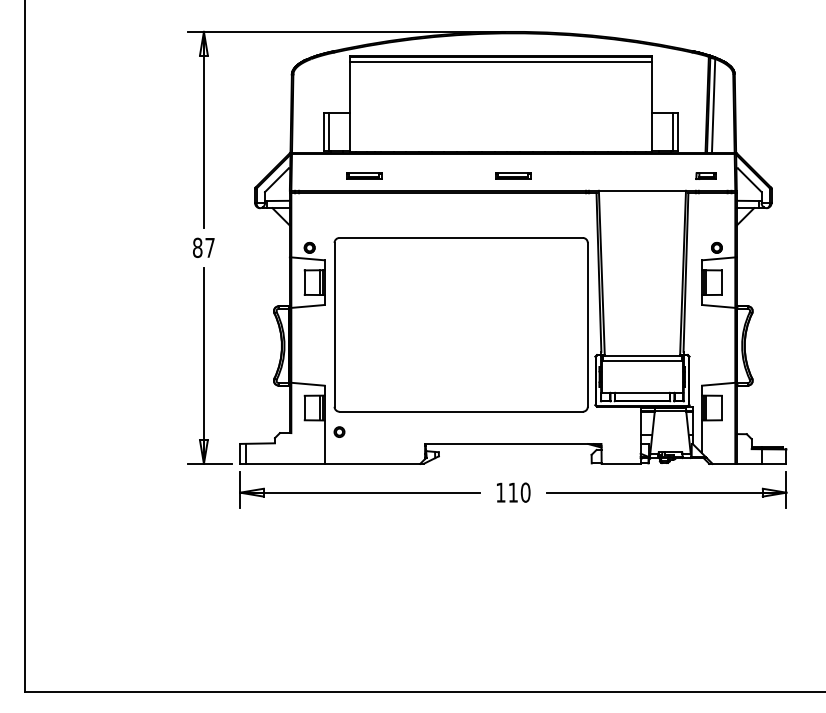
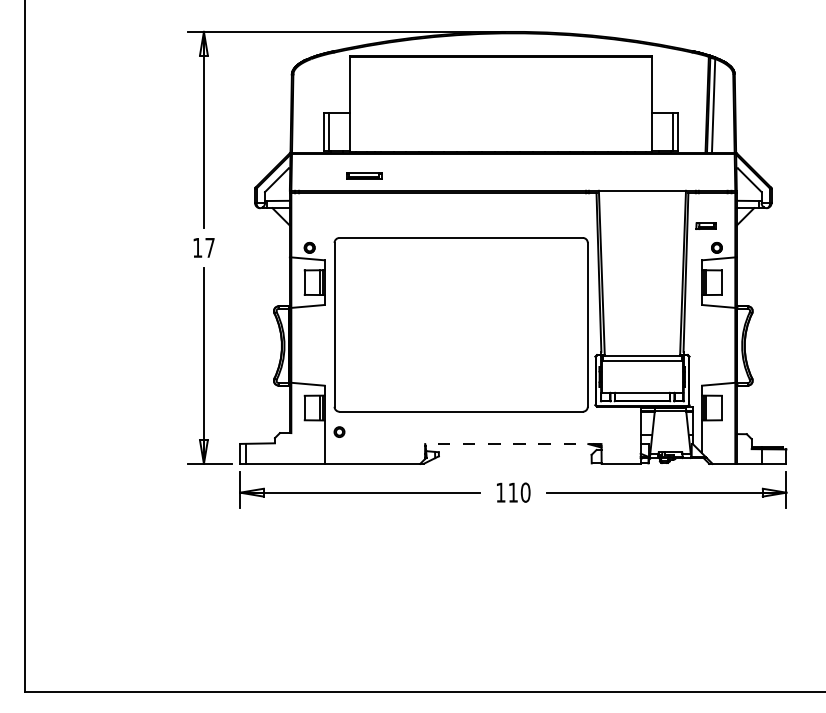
line at (500, 61): present -> none
part at (513, 175): present -> none
part at (705, 175) position: (705, 175) -> (705, 225)
text at (197, 247): 87 -> 17
line at (512, 444): solid -> dashed
